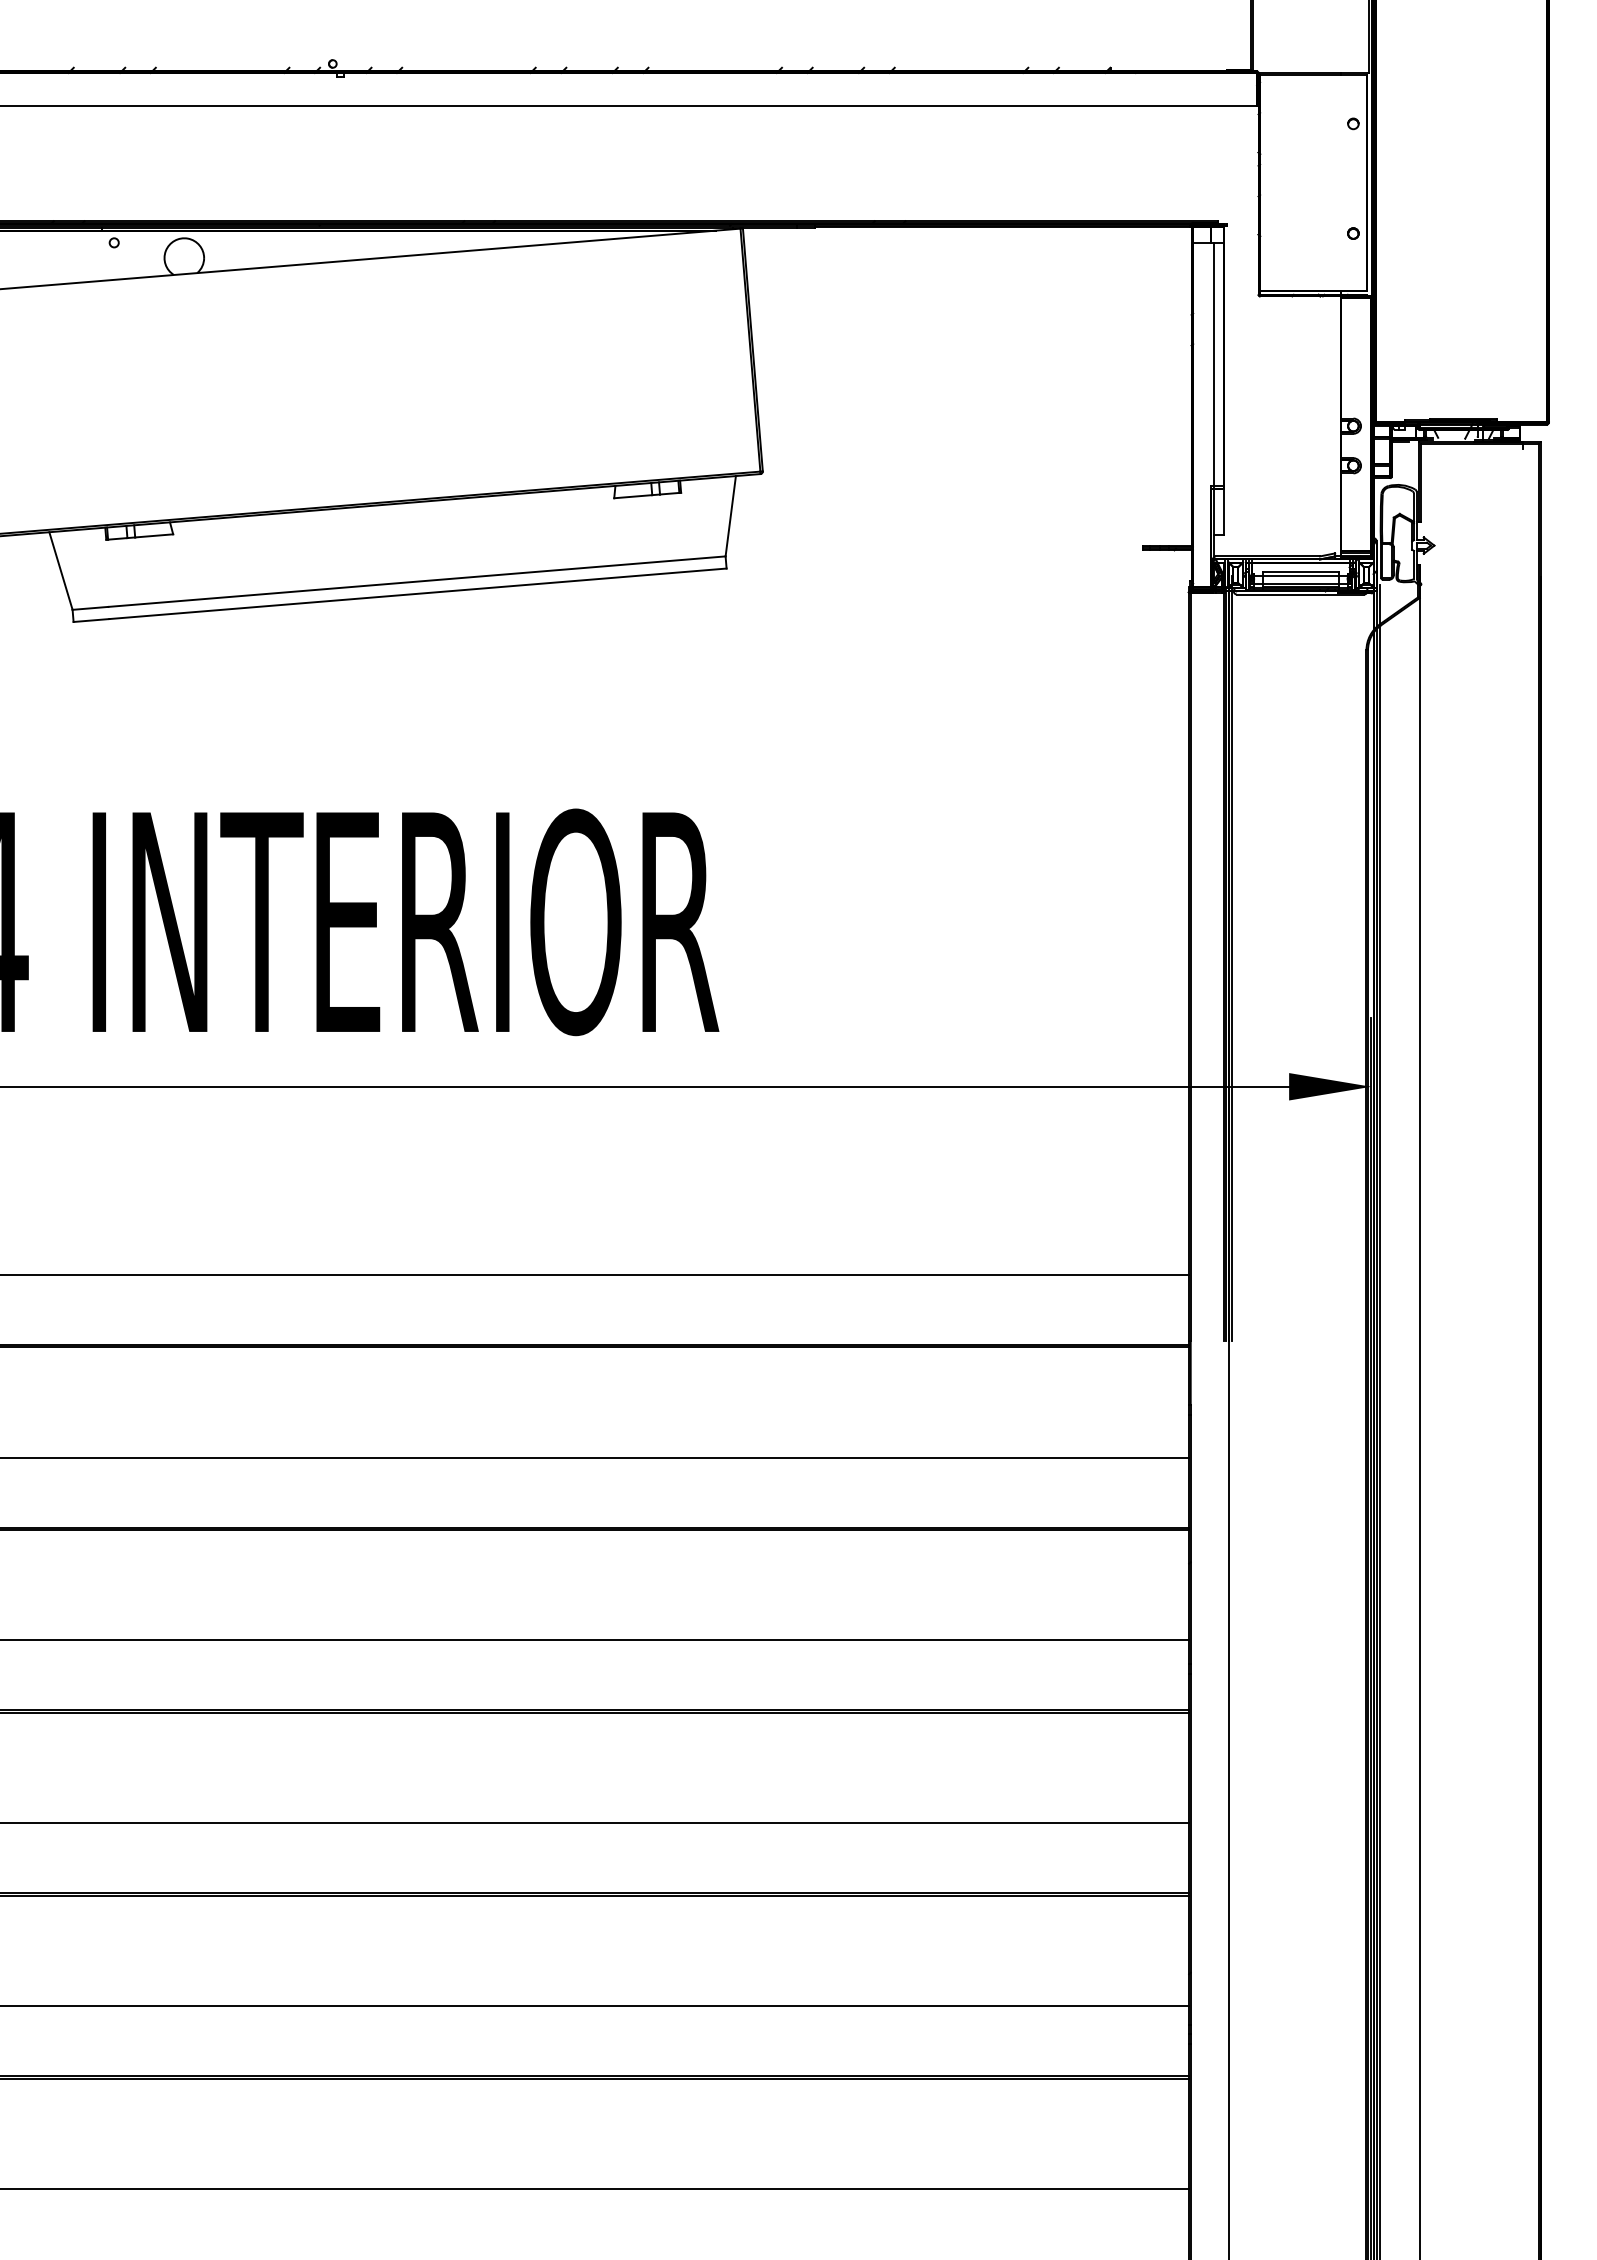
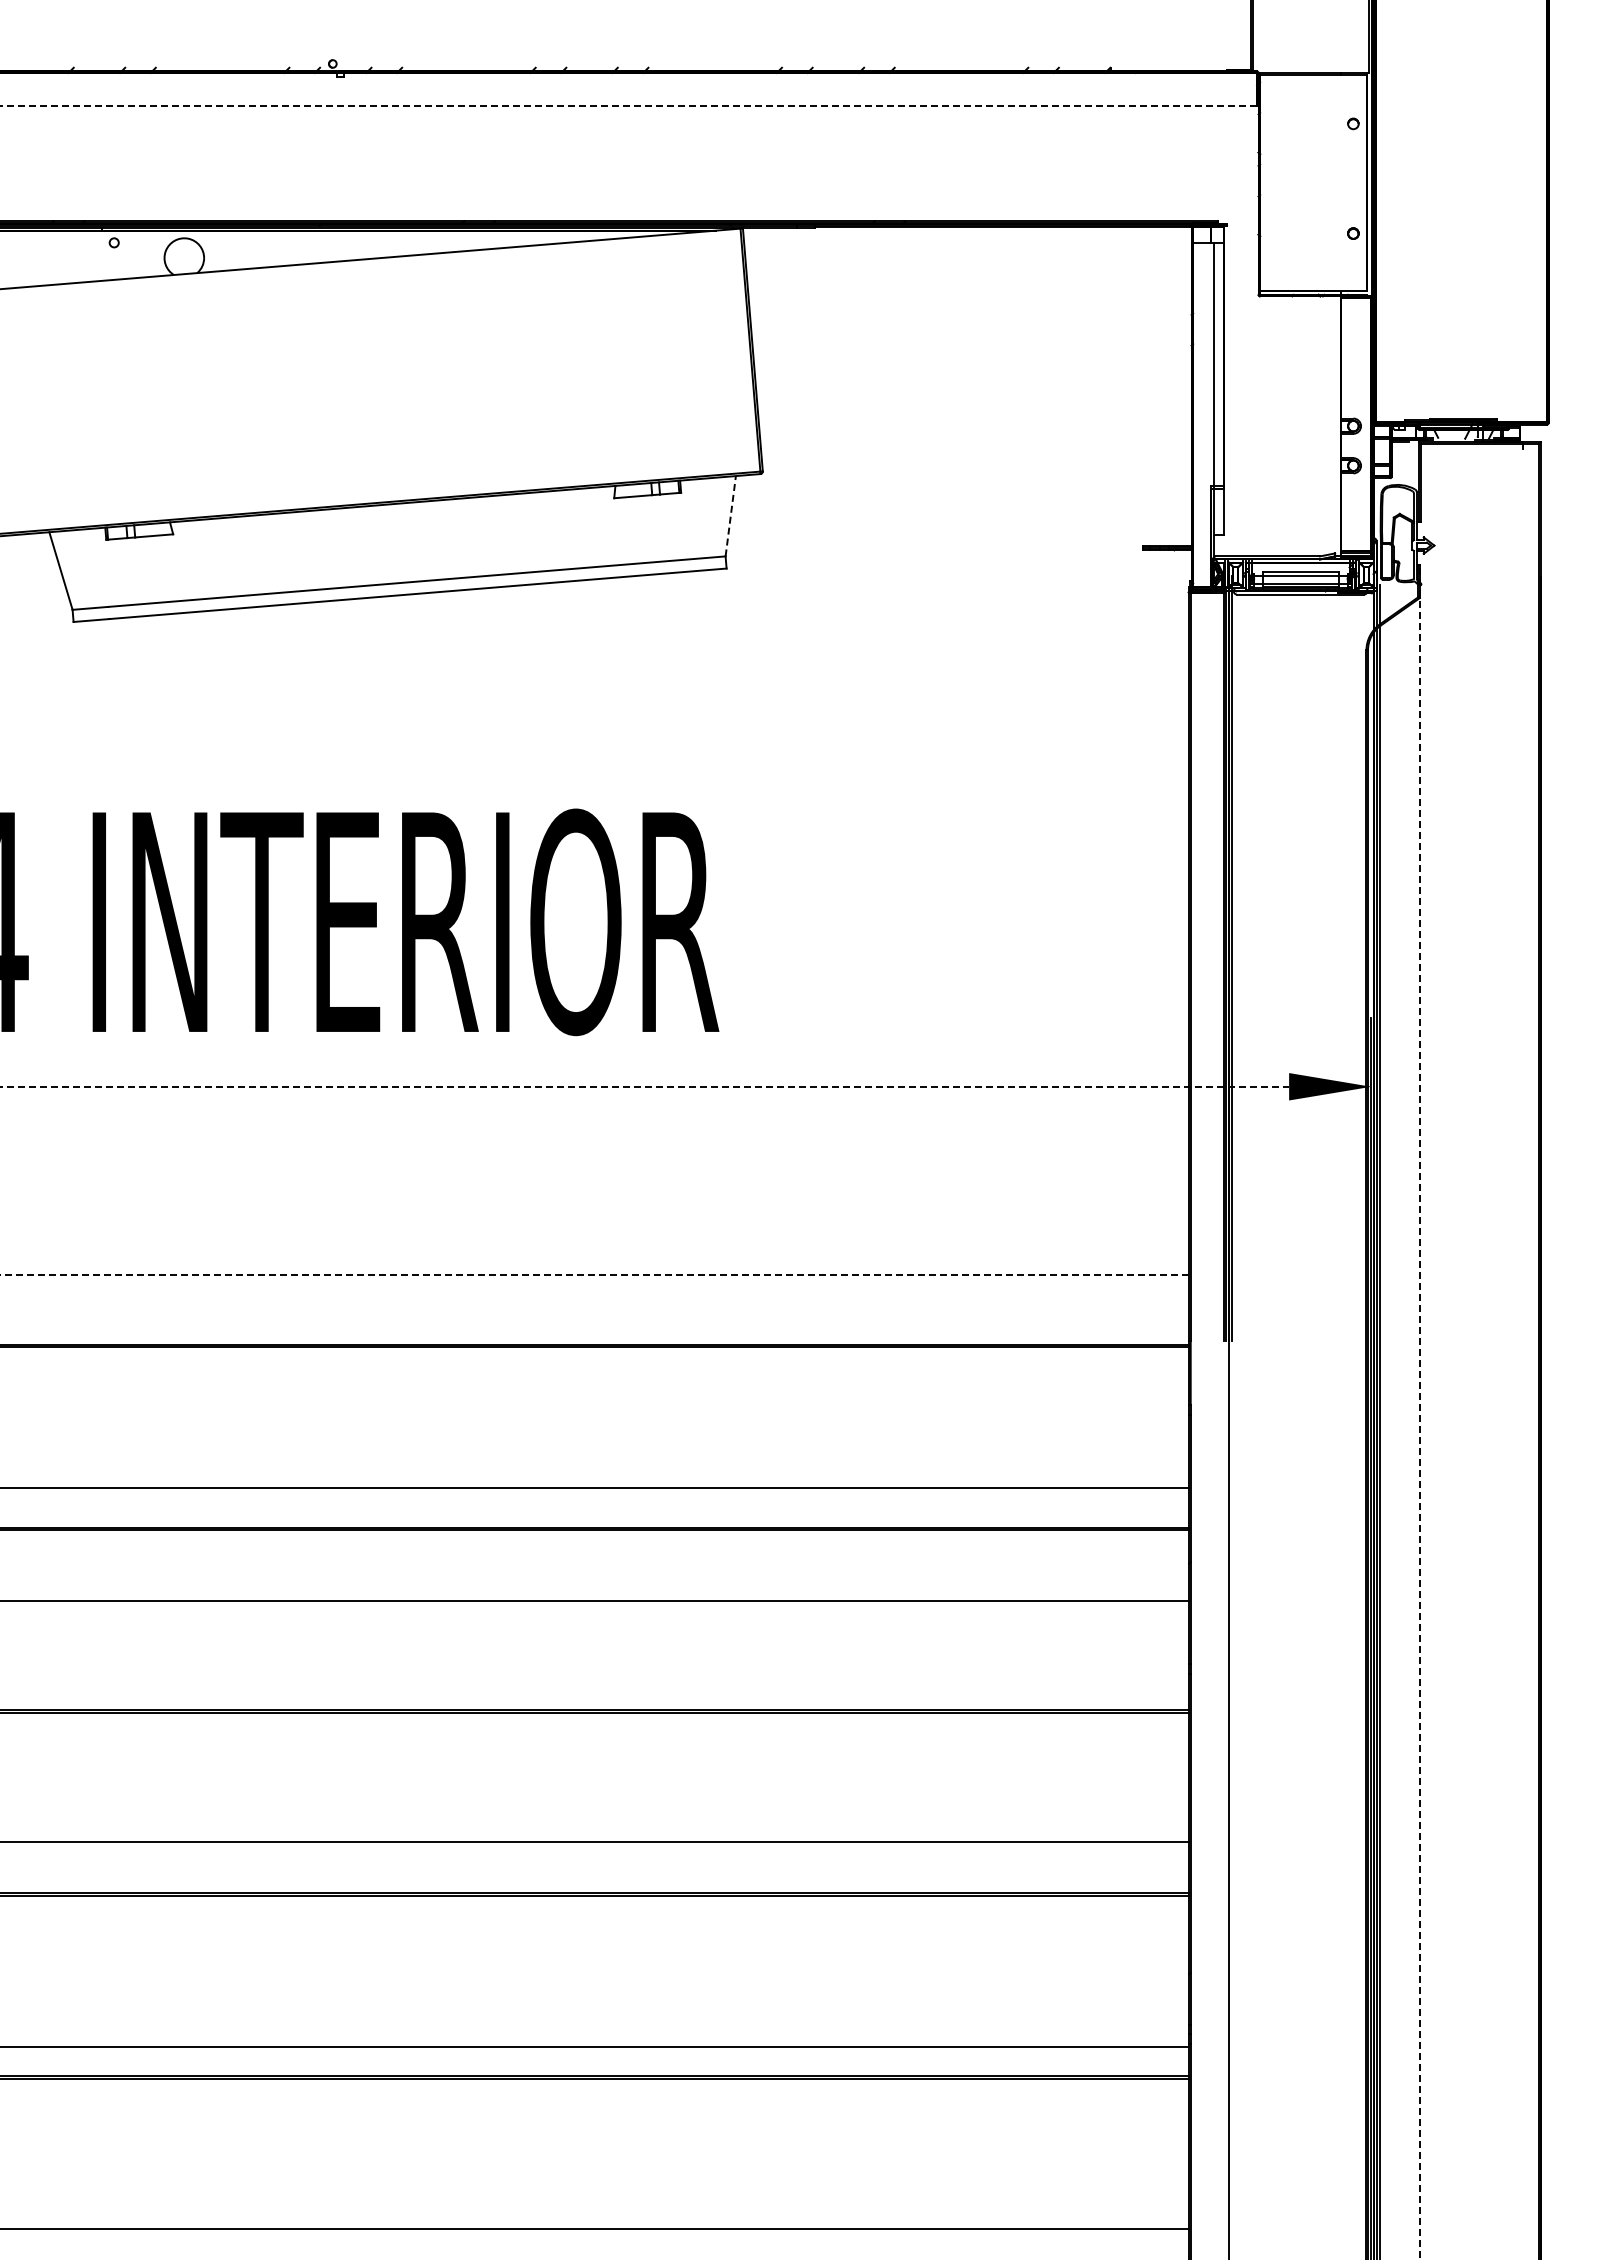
line at (629, 106): solid -> dashed
line at (730, 516): solid -> dashed
line at (645, 1086): solid -> dashed
line at (594, 1274): solid -> dashed
line at (1419, 1411): solid -> dashed
line at (595, 1457) position: (595, 1457) -> (595, 1487)
line at (595, 1640) position: (595, 1640) -> (595, 1601)
line at (595, 1823) position: (595, 1823) -> (595, 1842)
line at (595, 2006) position: (595, 2006) -> (595, 2047)
line at (595, 2188) position: (595, 2188) -> (595, 2228)
